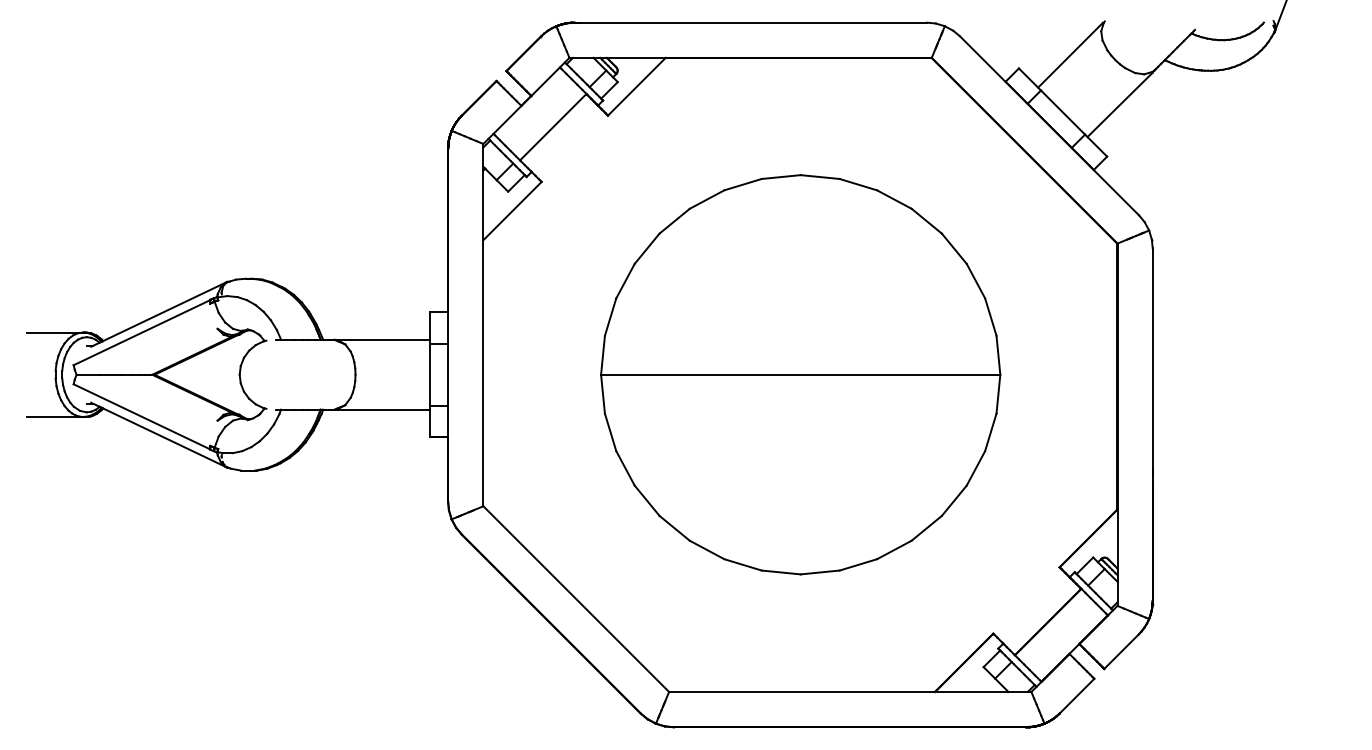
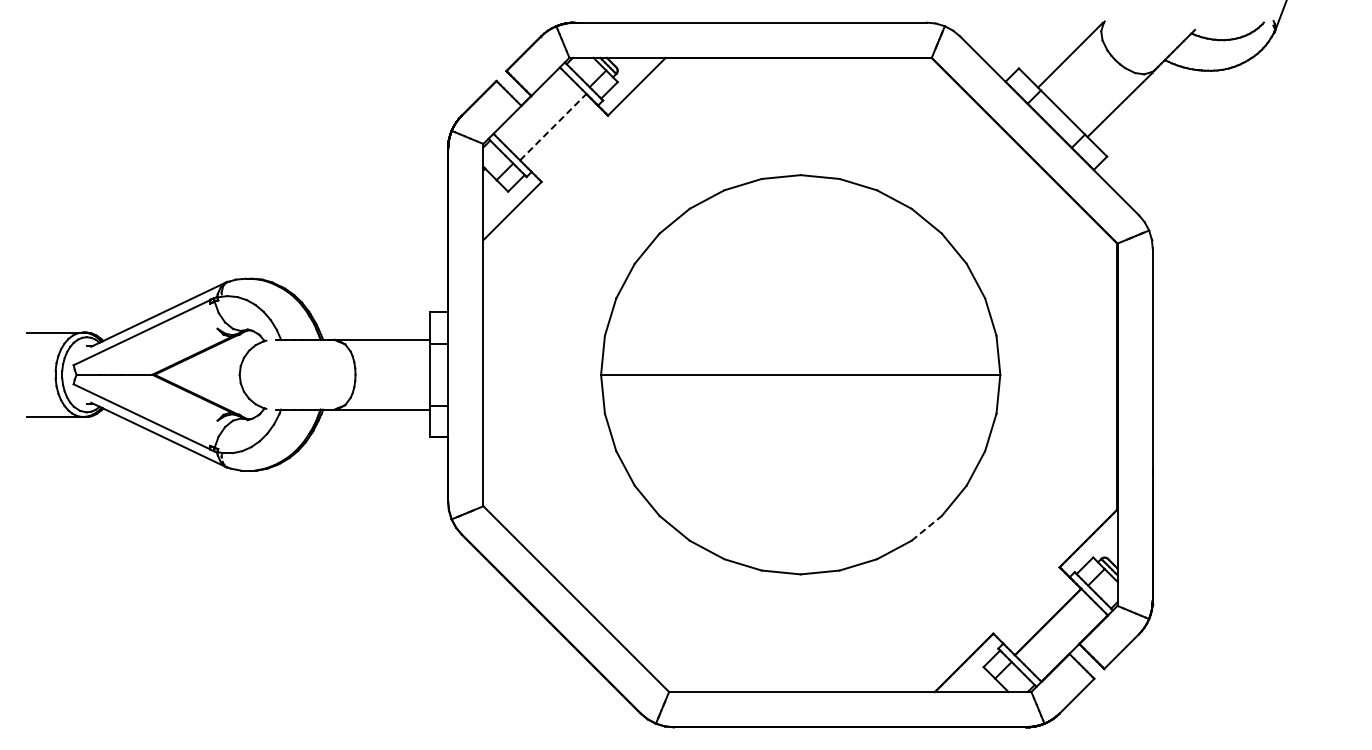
line at (553, 127): solid -> dashed
line at (926, 528): solid -> dashed
